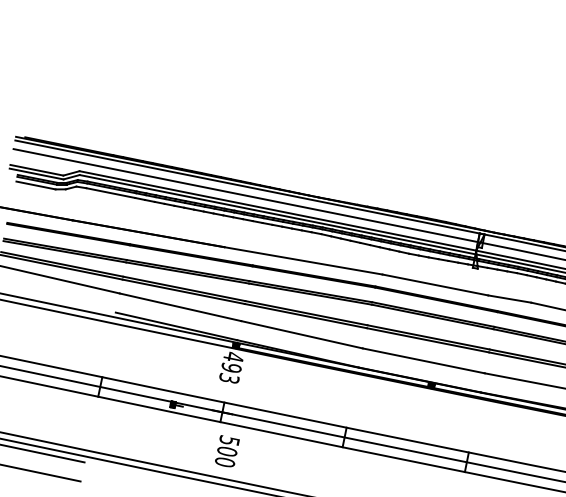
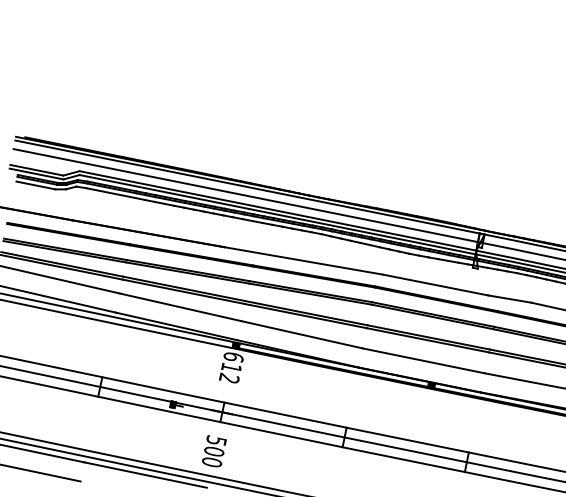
line at (58, 299): none -> present
text at (231, 367): 493 -> 612
text at (227, 451) position: (227, 451) -> (214, 451)
line at (145, 474): none -> present
